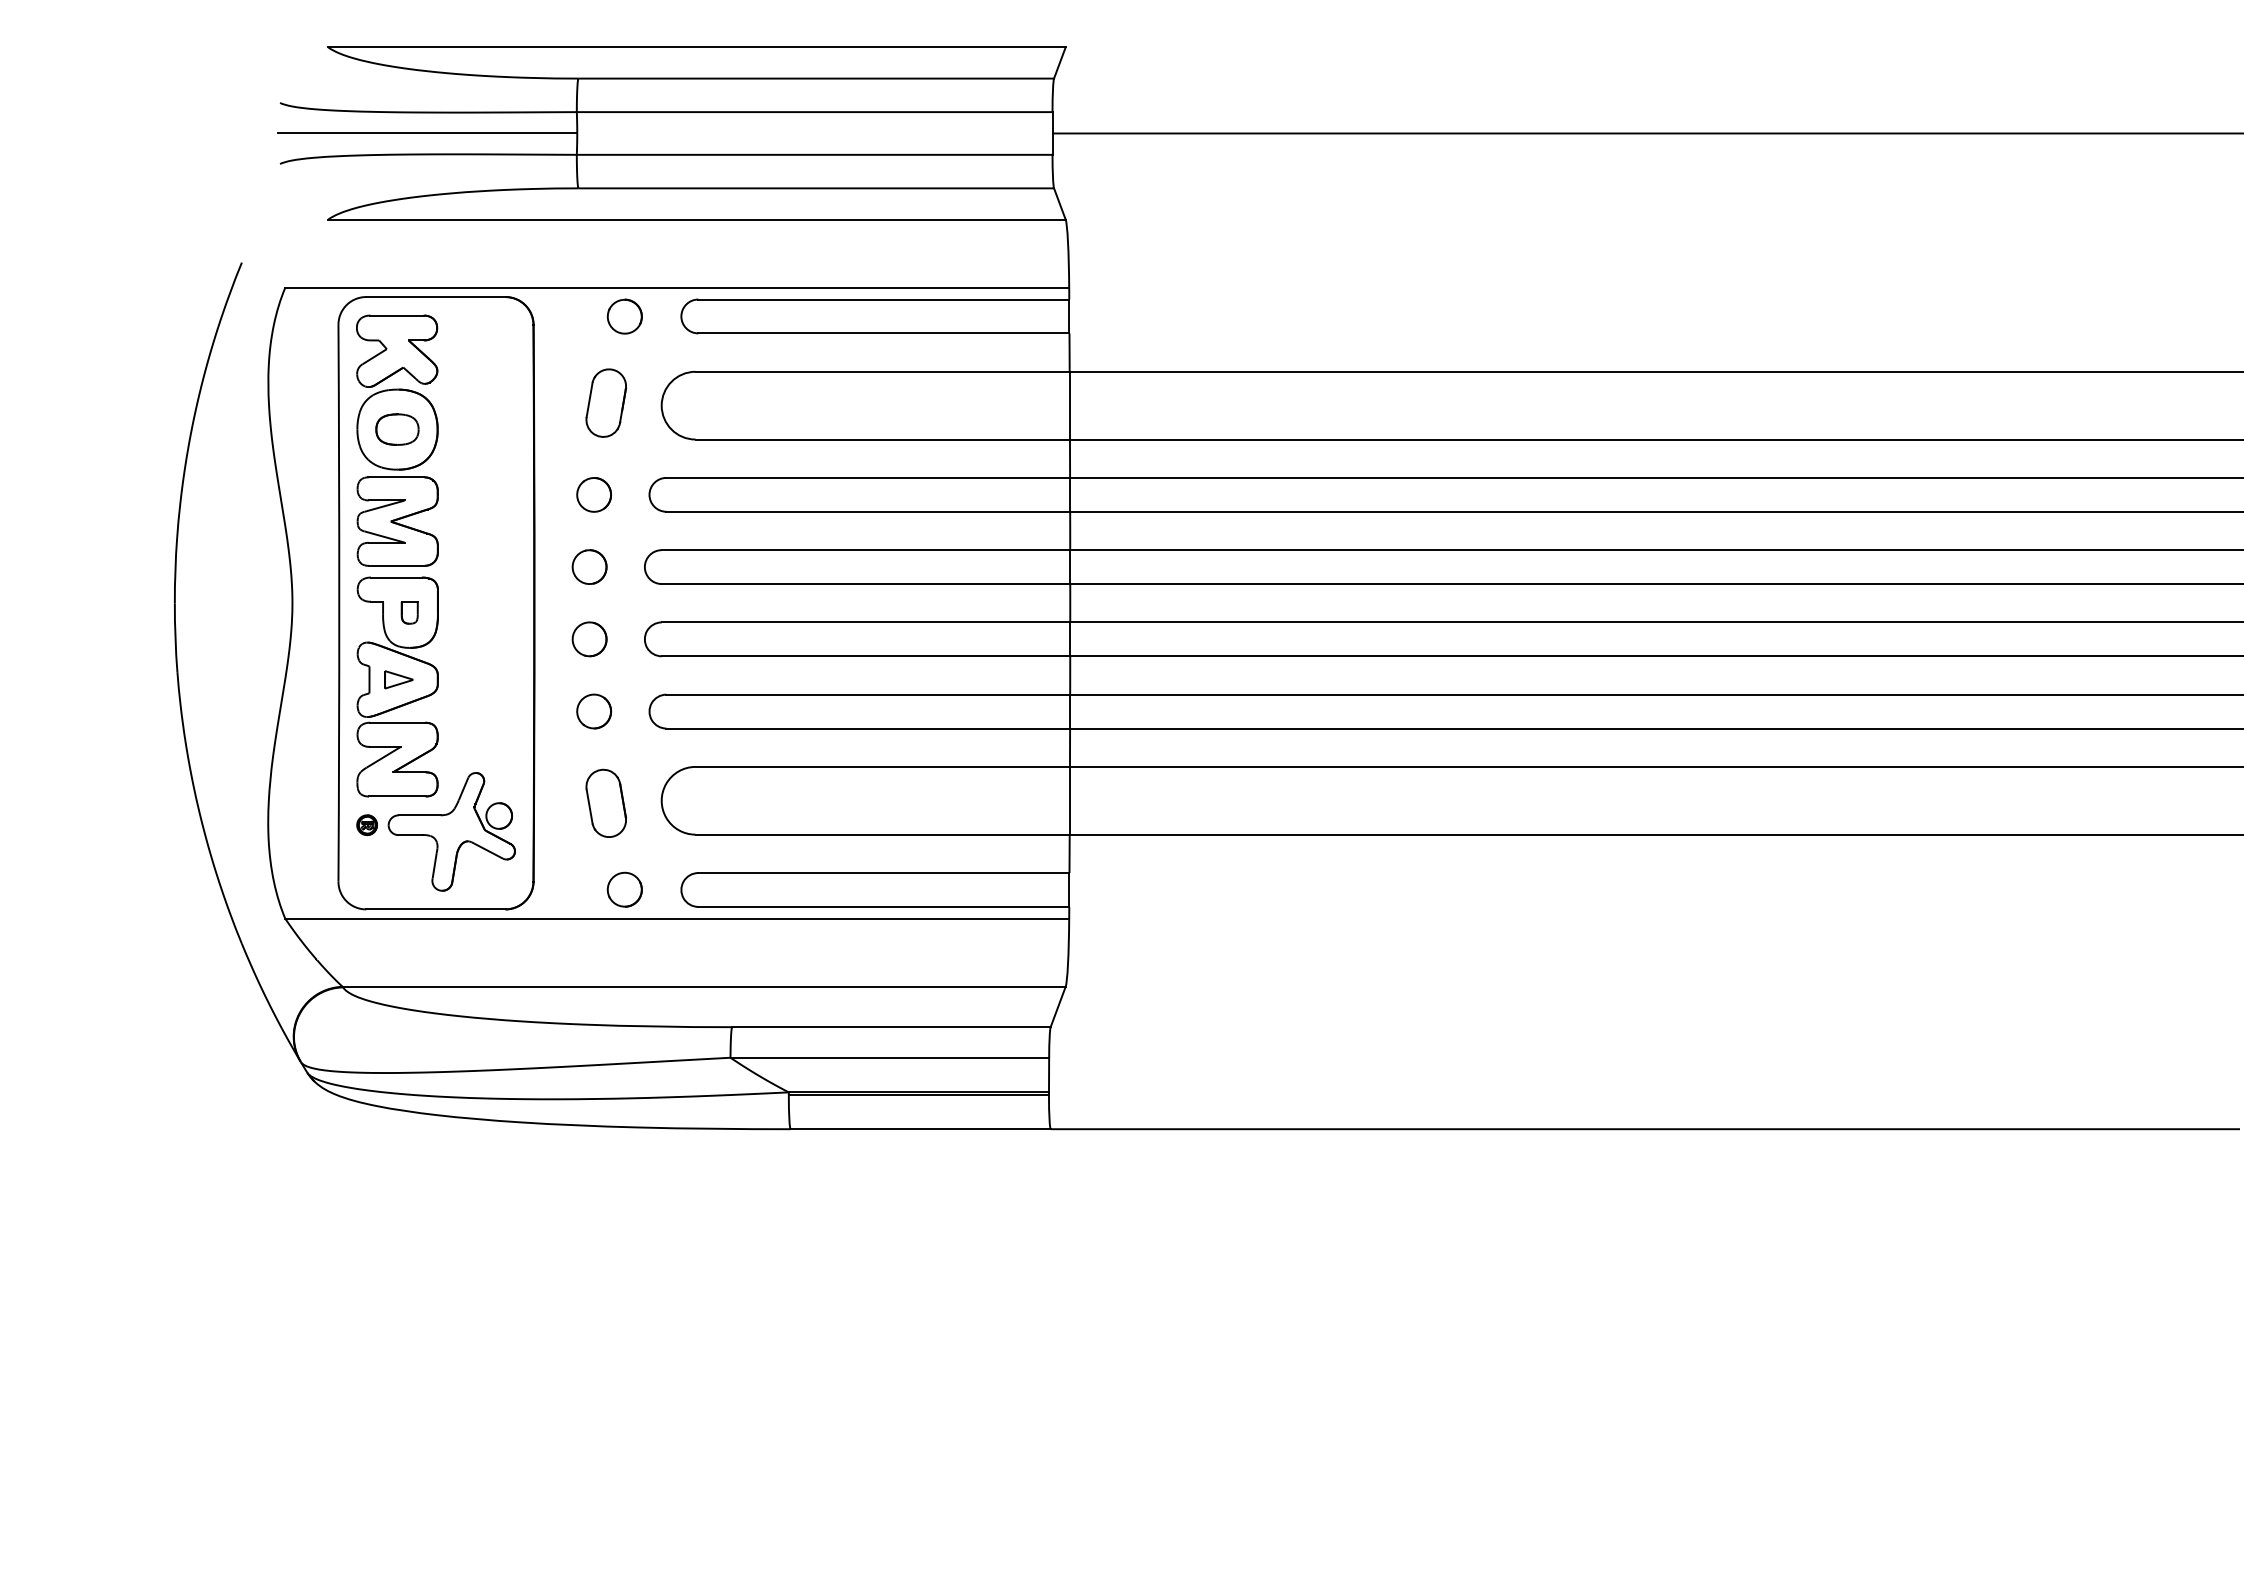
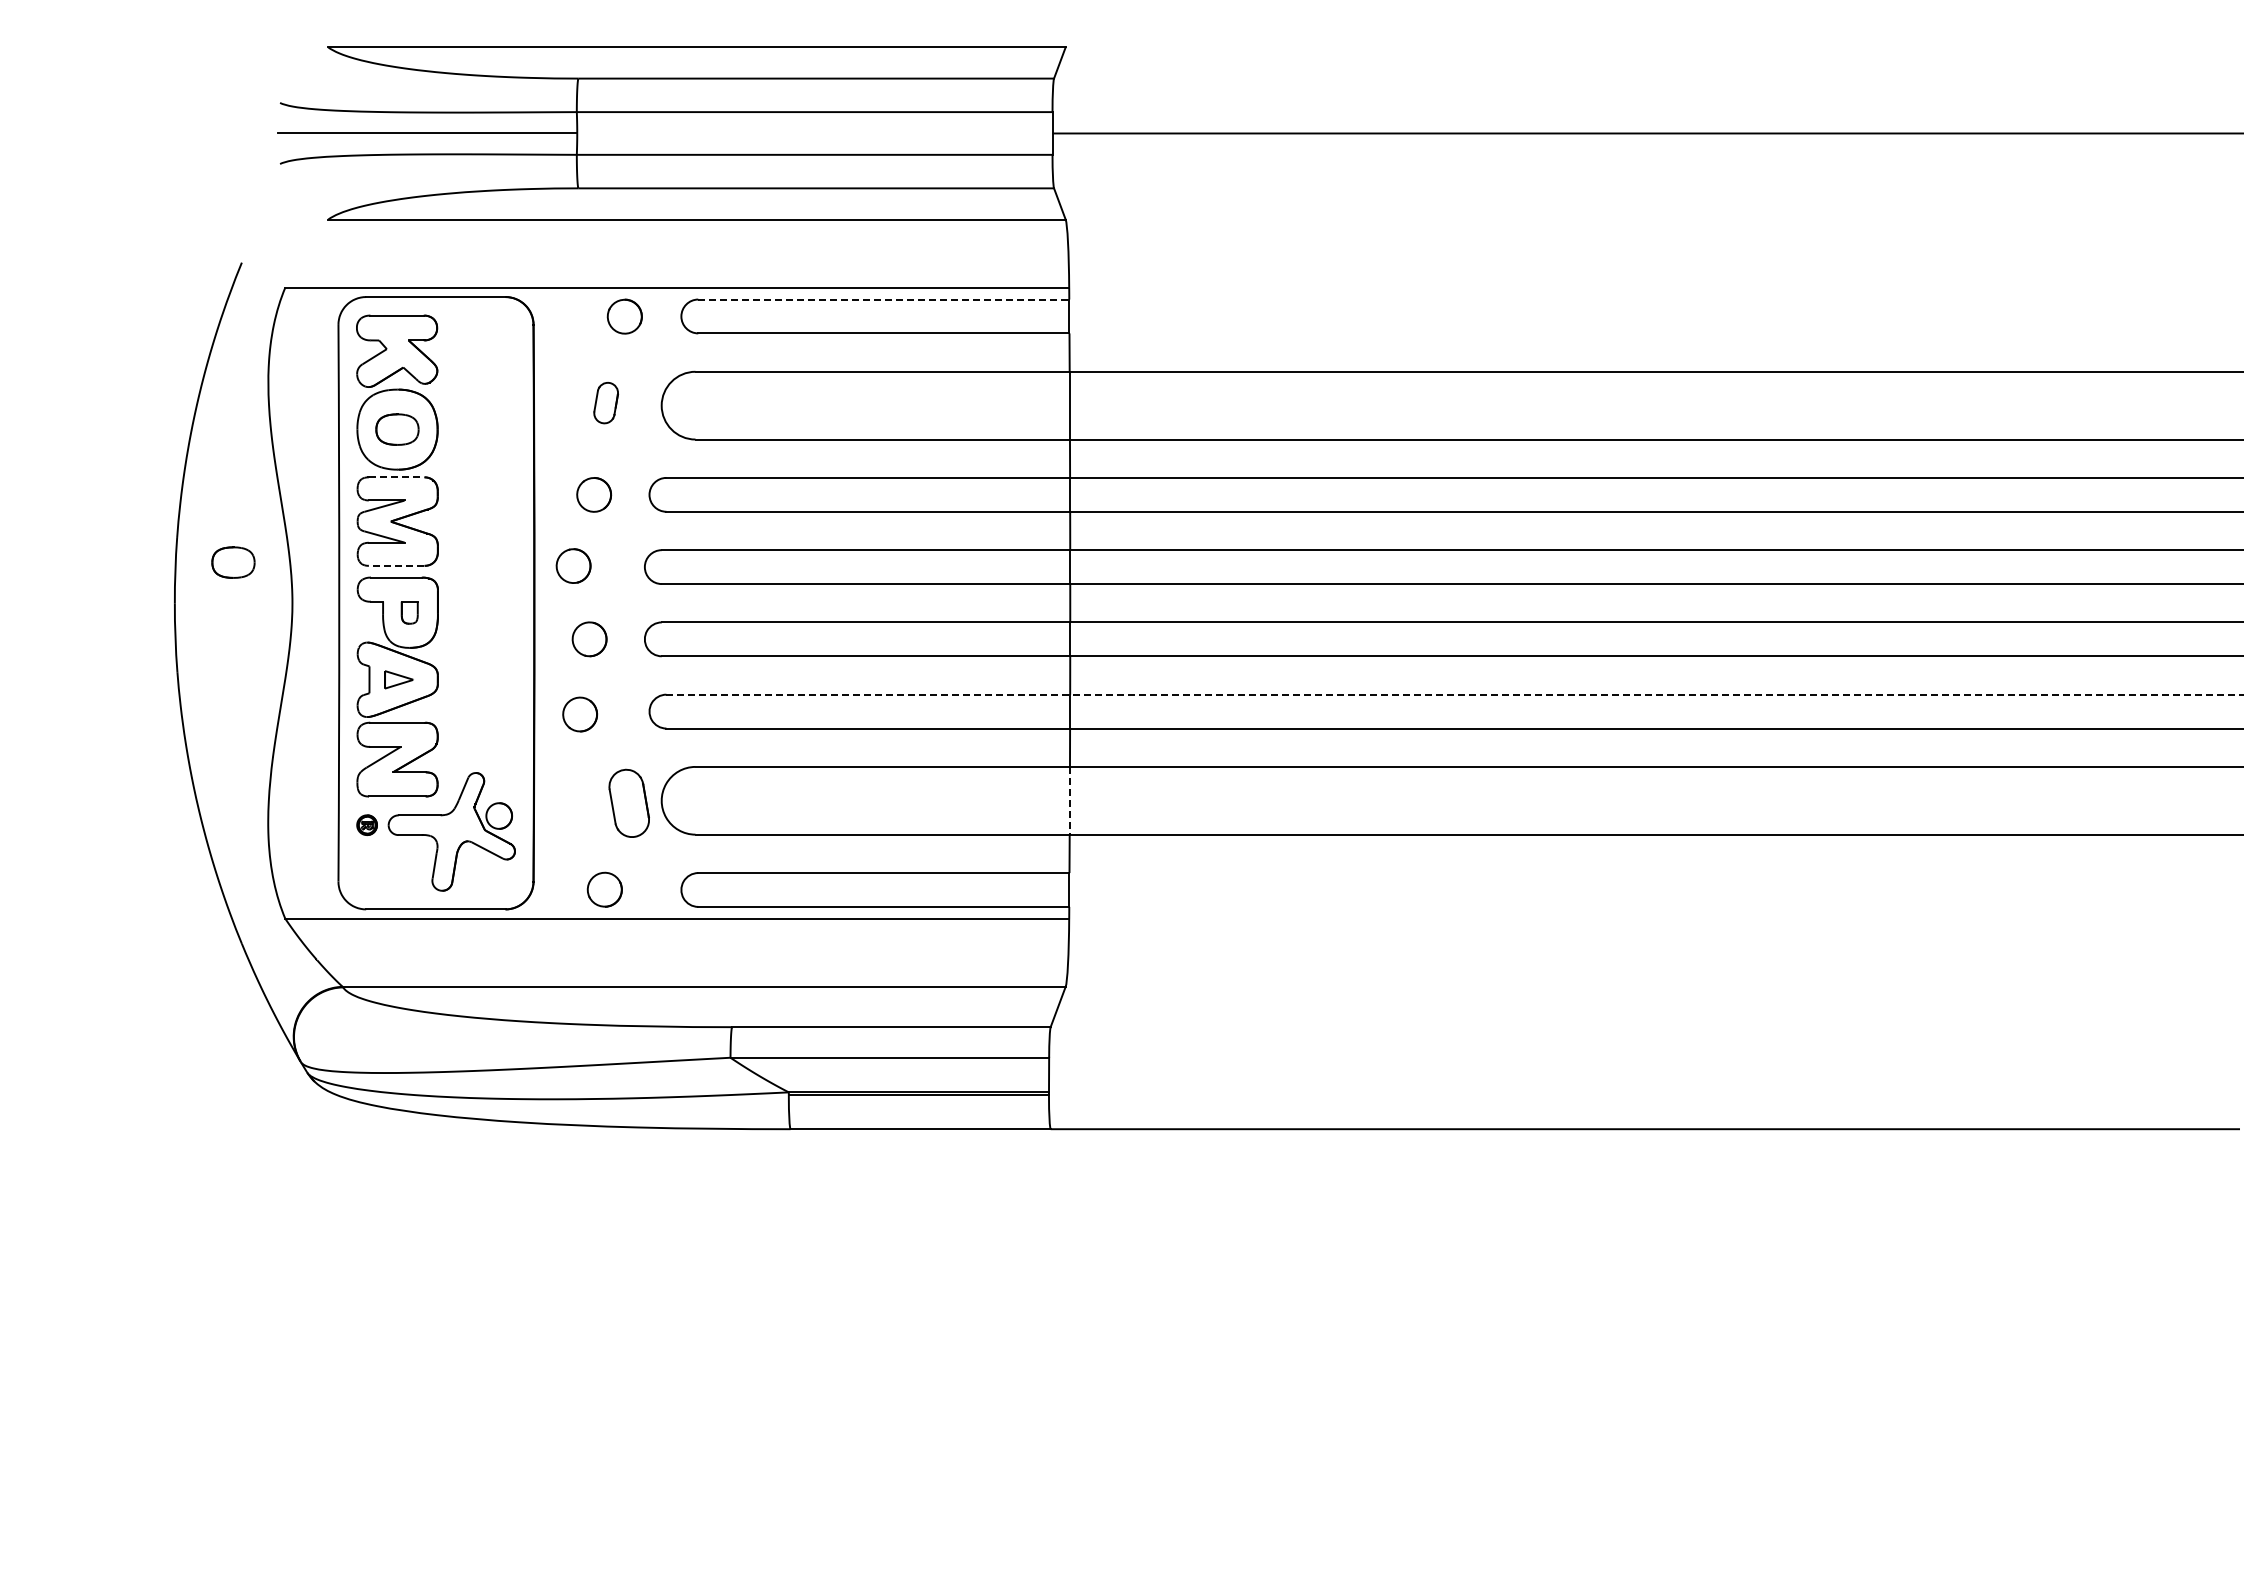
line at (884, 299): solid -> dashed
part at (605, 402) size: 42x70 px -> 26x43 px
line at (396, 477): solid -> dashed
part at (233, 562): none -> present
line at (396, 565): solid -> dashed
part at (589, 566) position: (589, 566) -> (573, 565)
line at (1455, 694): solid -> dashed
part at (593, 711) position: (593, 711) -> (579, 714)
line at (1069, 800): solid -> dashed
part at (605, 802) position: (605, 802) -> (628, 802)
part at (624, 889) position: (624, 889) -> (604, 889)
